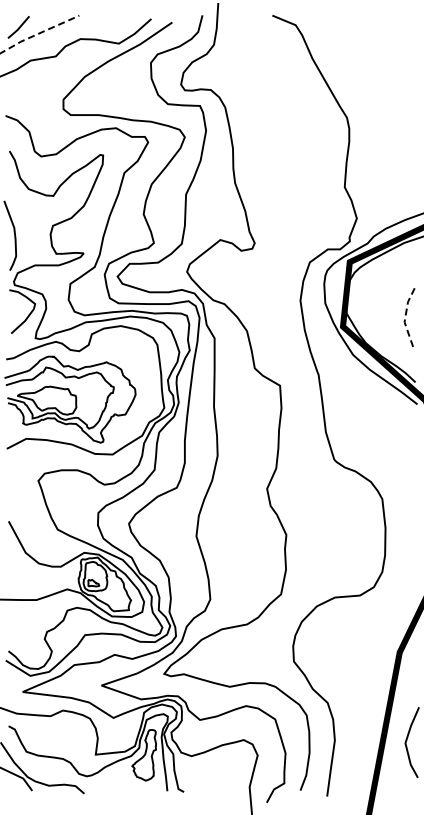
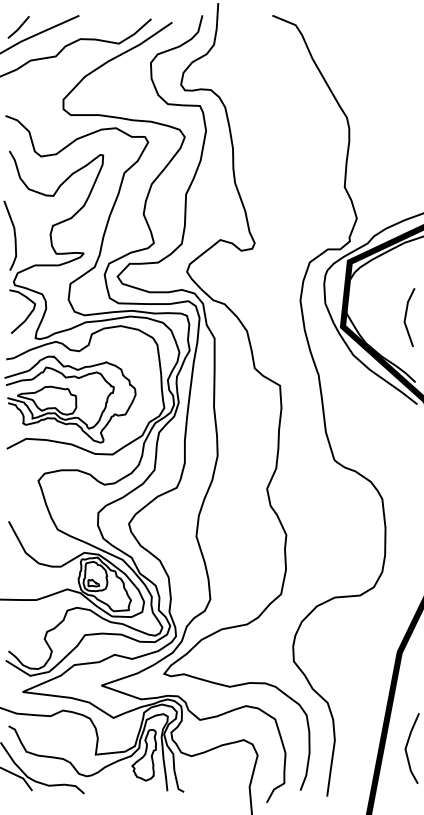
line at (40, 33): dashed -> solid
line at (405, 317): dashed -> solid
line at (407, 740) position: (407, 740) -> (407, 746)
